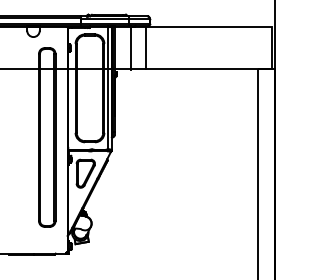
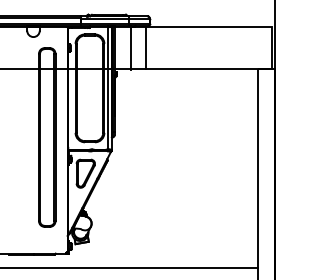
line at (130, 267): none -> present
